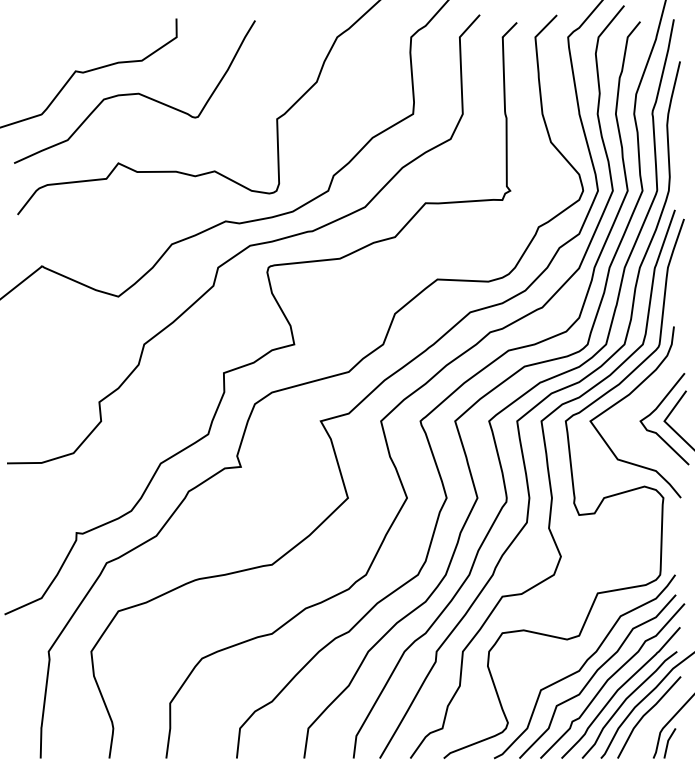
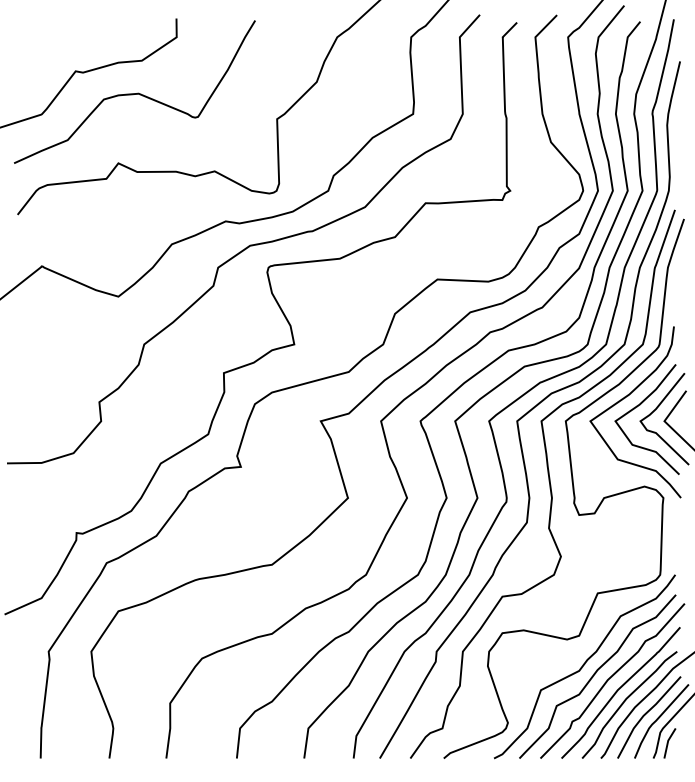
curve at (637, 407): none -> present
curve at (659, 718): none -> present
